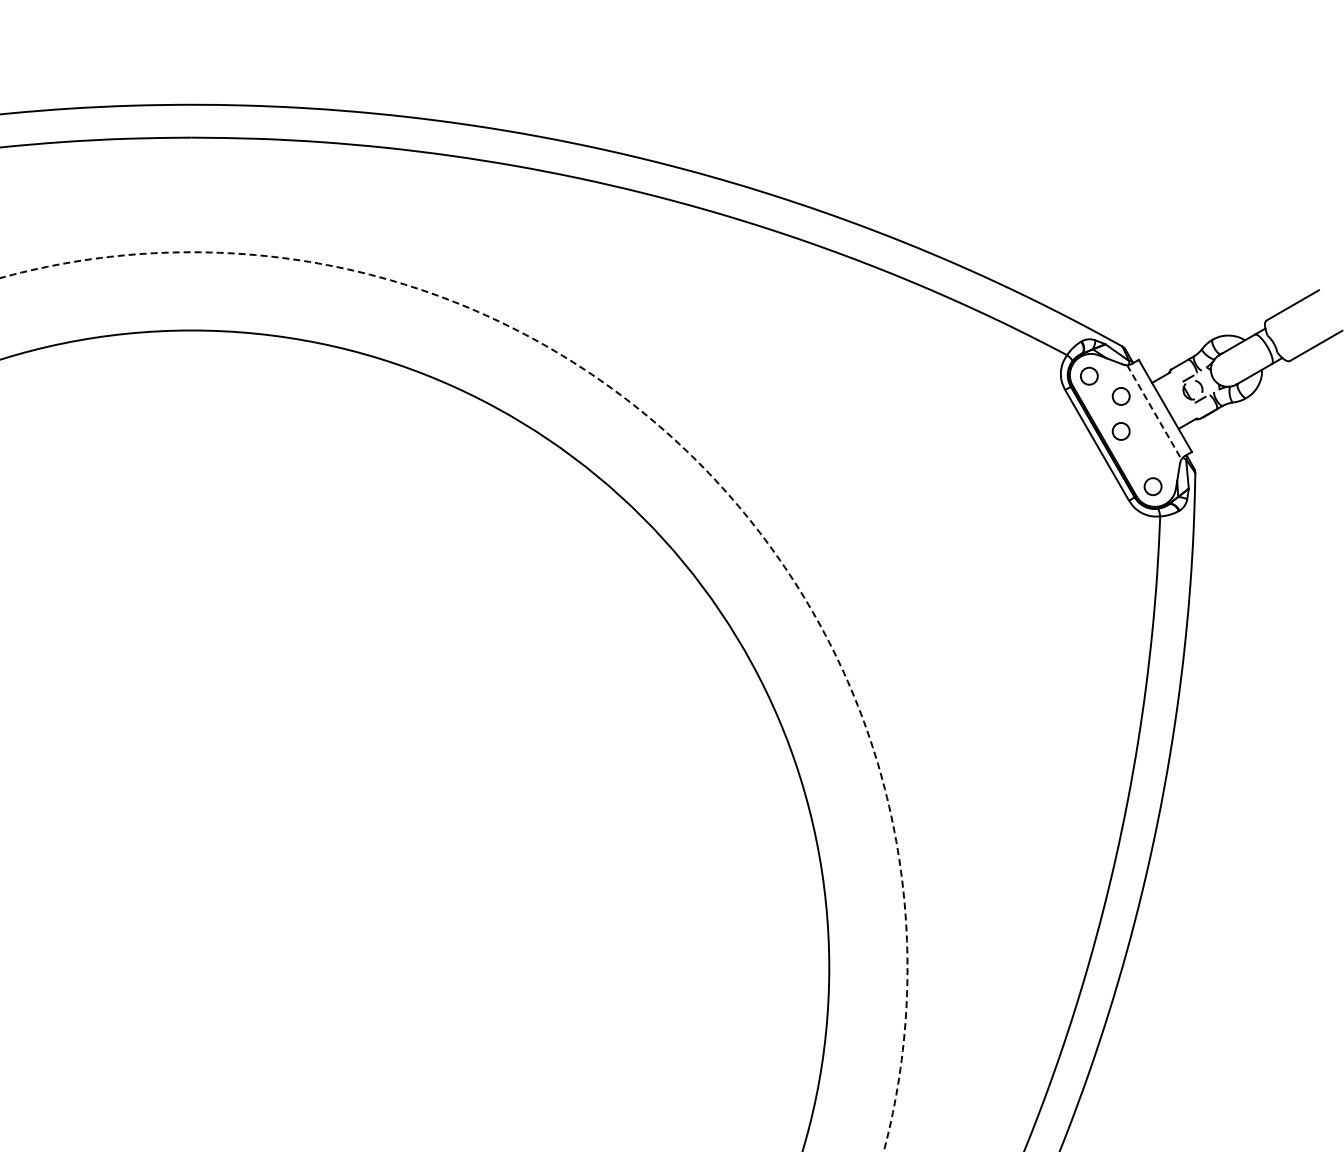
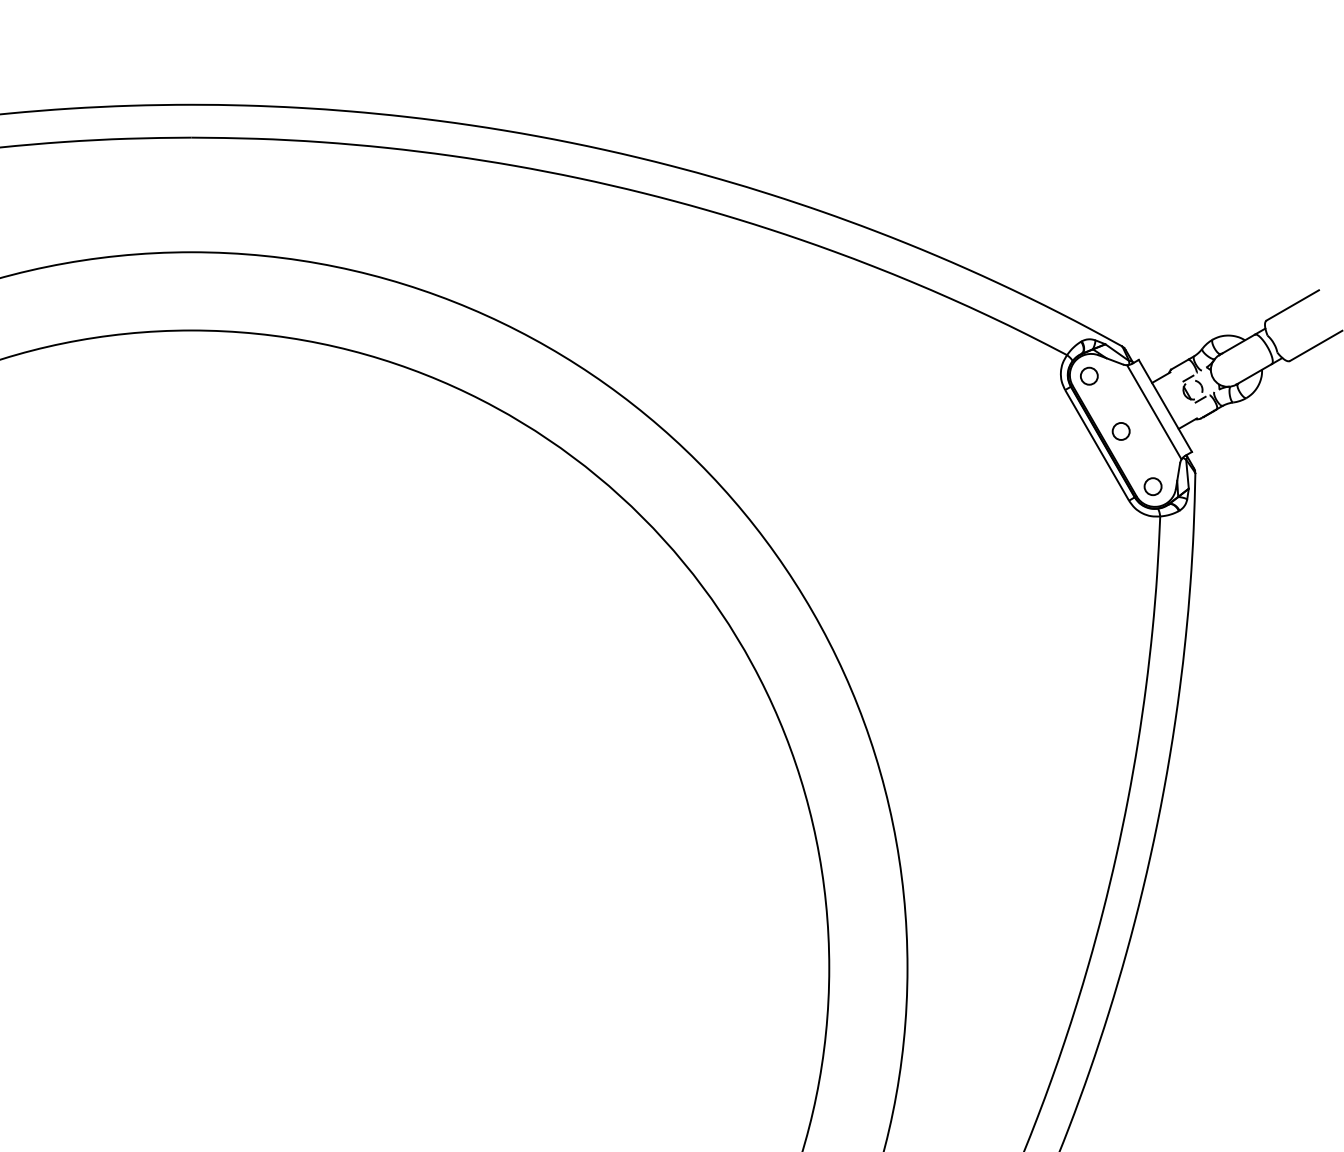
circle at (1120, 396): present -> none
line at (1154, 412): dashed -> solid
circle at (453, 701): dashed -> solid
